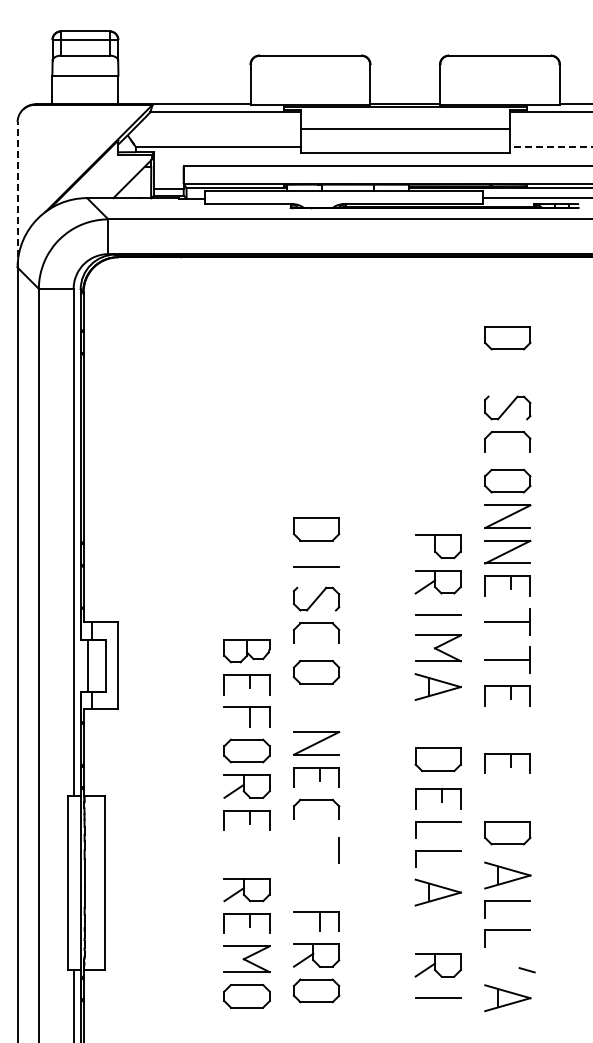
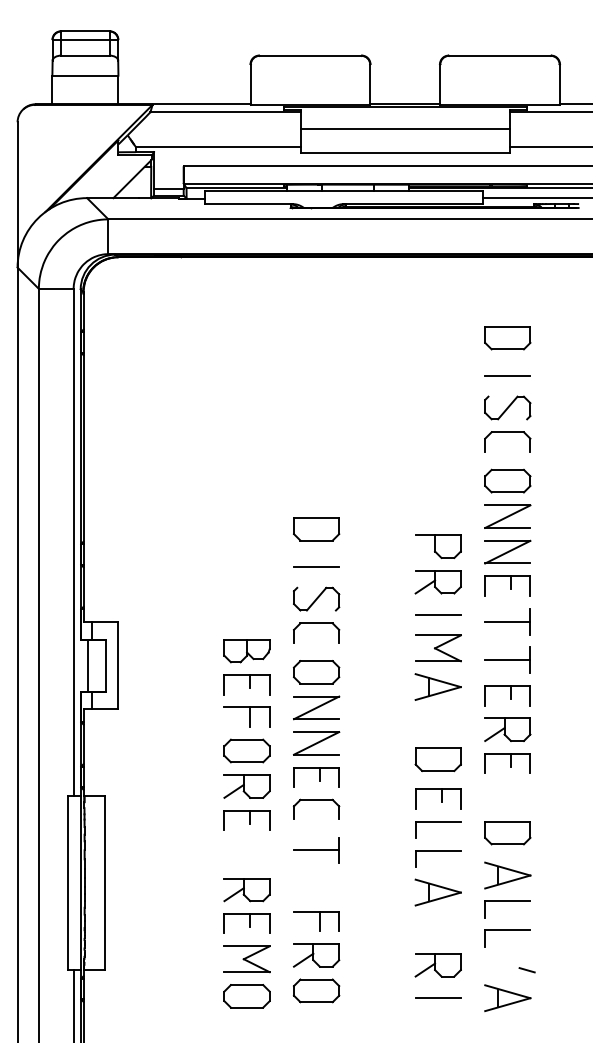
line at (550, 146): dashed -> solid
line at (17, 194): dashed -> solid
line at (507, 376): none -> present
part at (316, 707): none -> present
part at (507, 729): none -> present
line at (316, 850): none -> present
